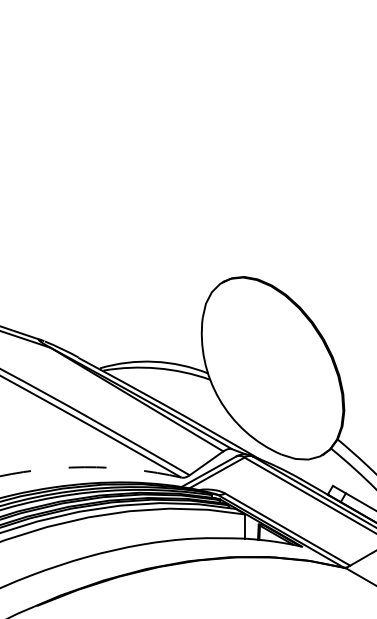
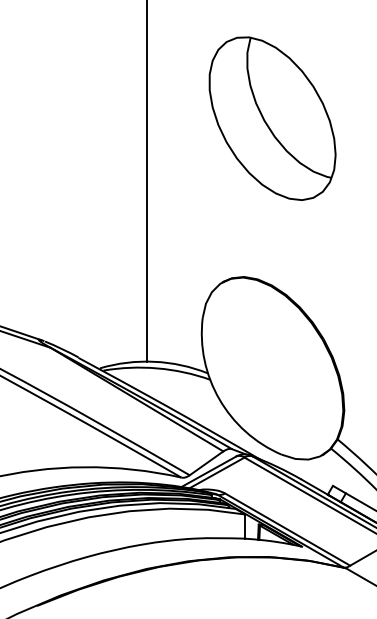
part at (272, 118): none -> present
line at (147, 181): none -> present
arc at (90, 467): dashed -> solid
